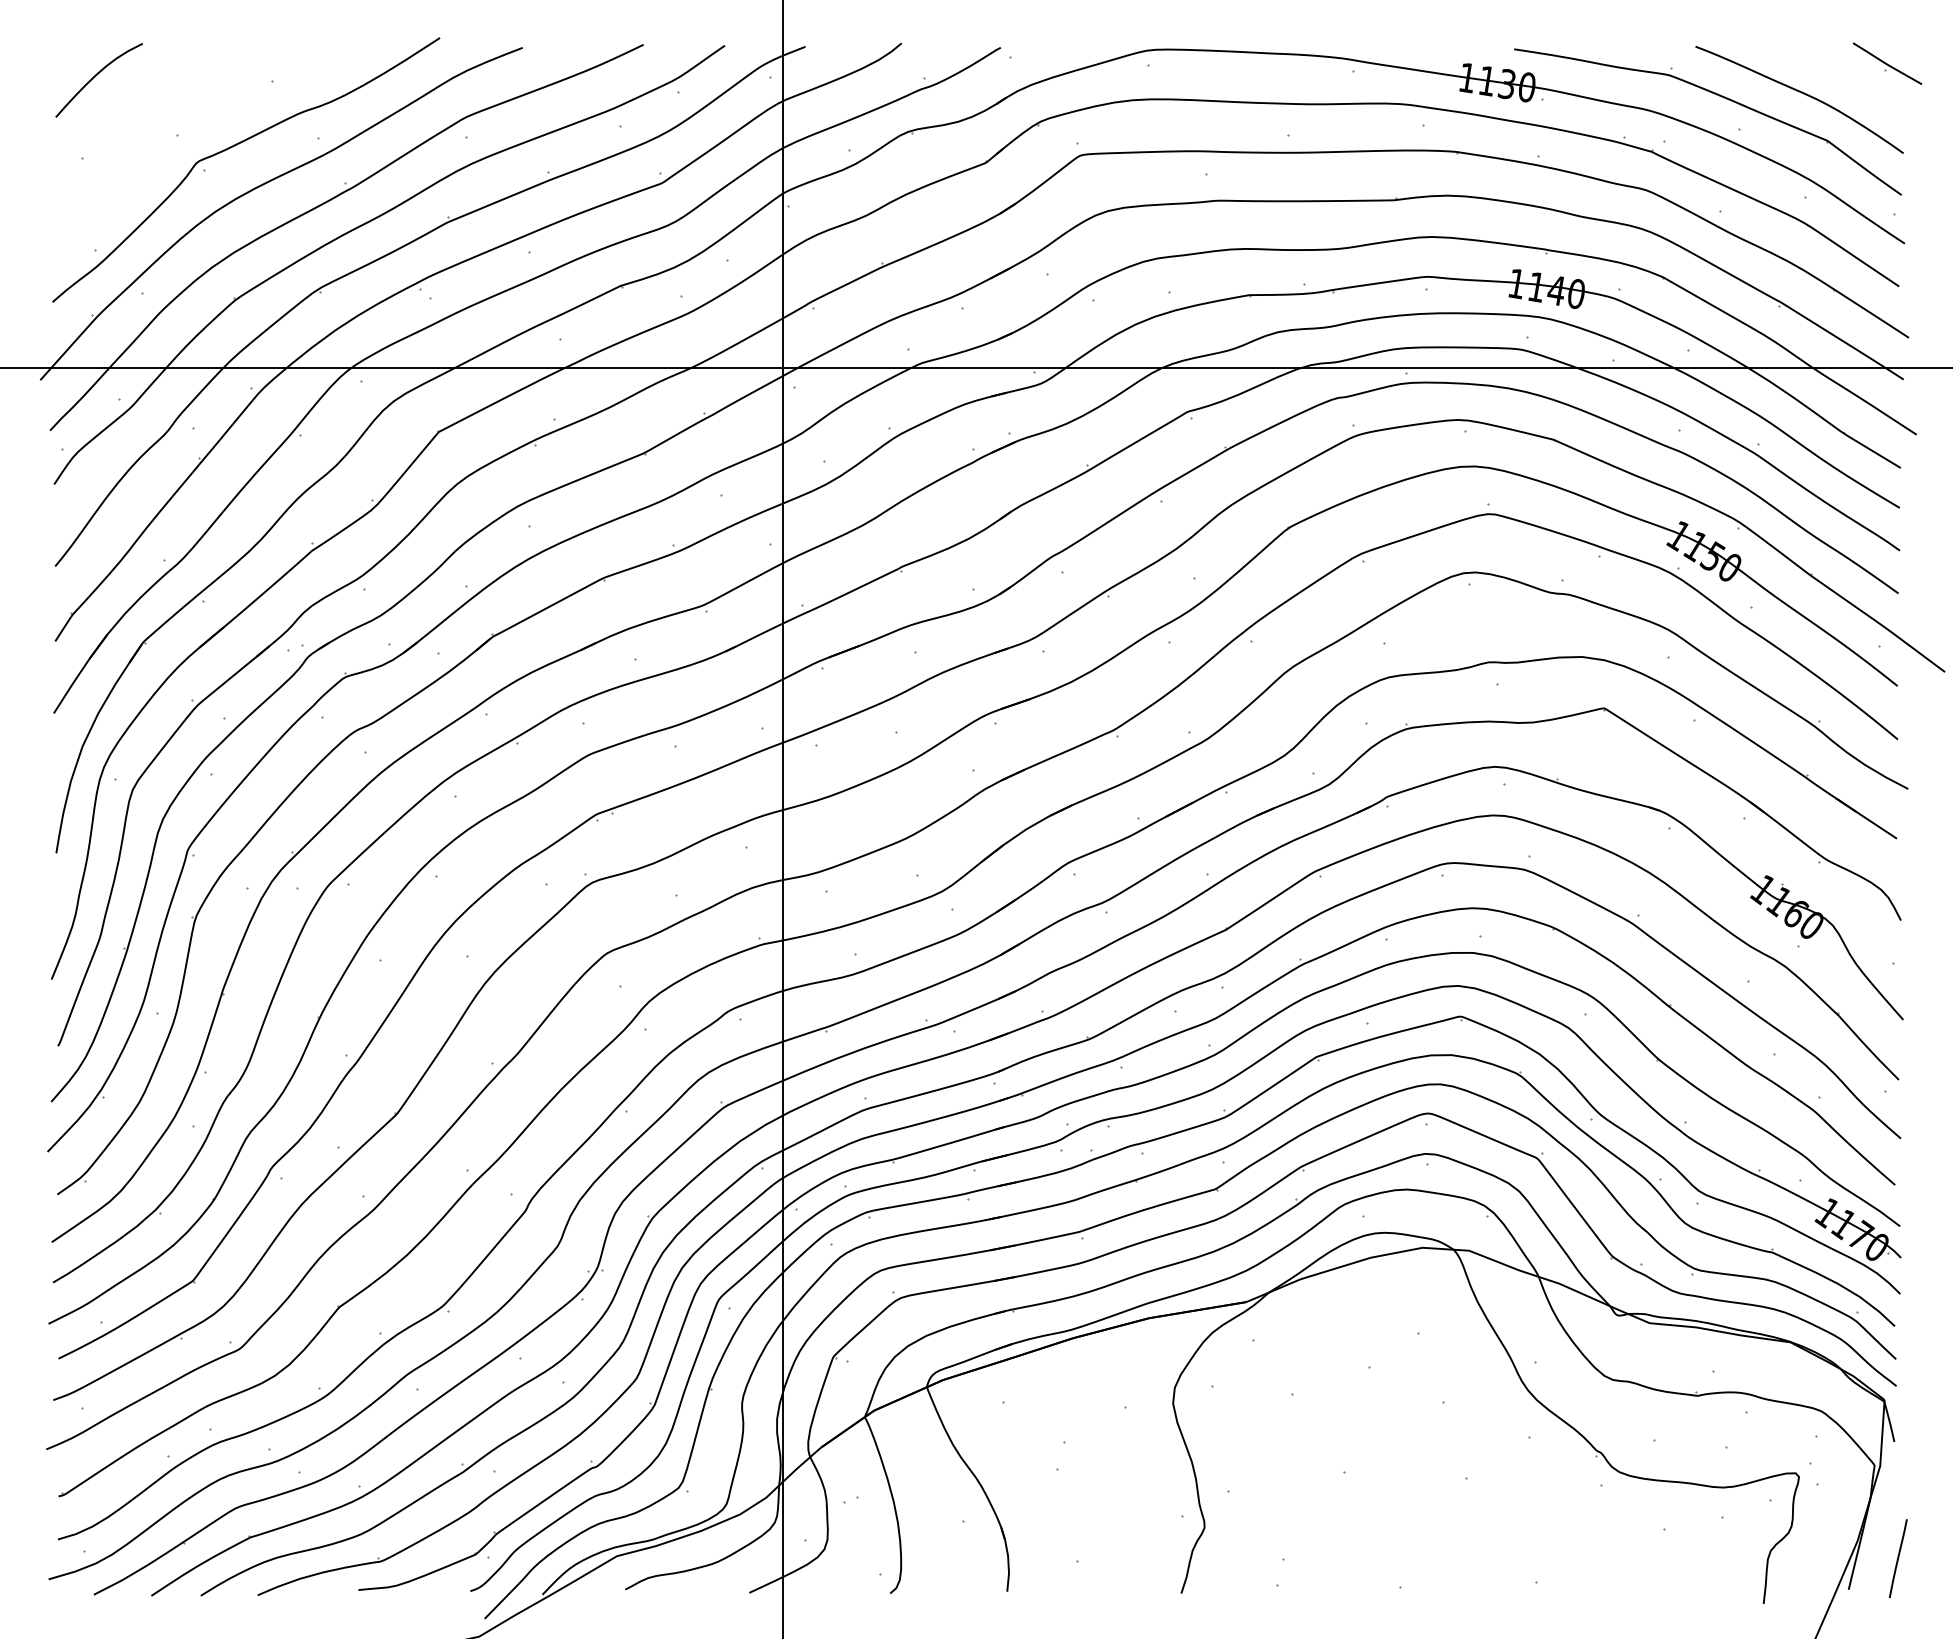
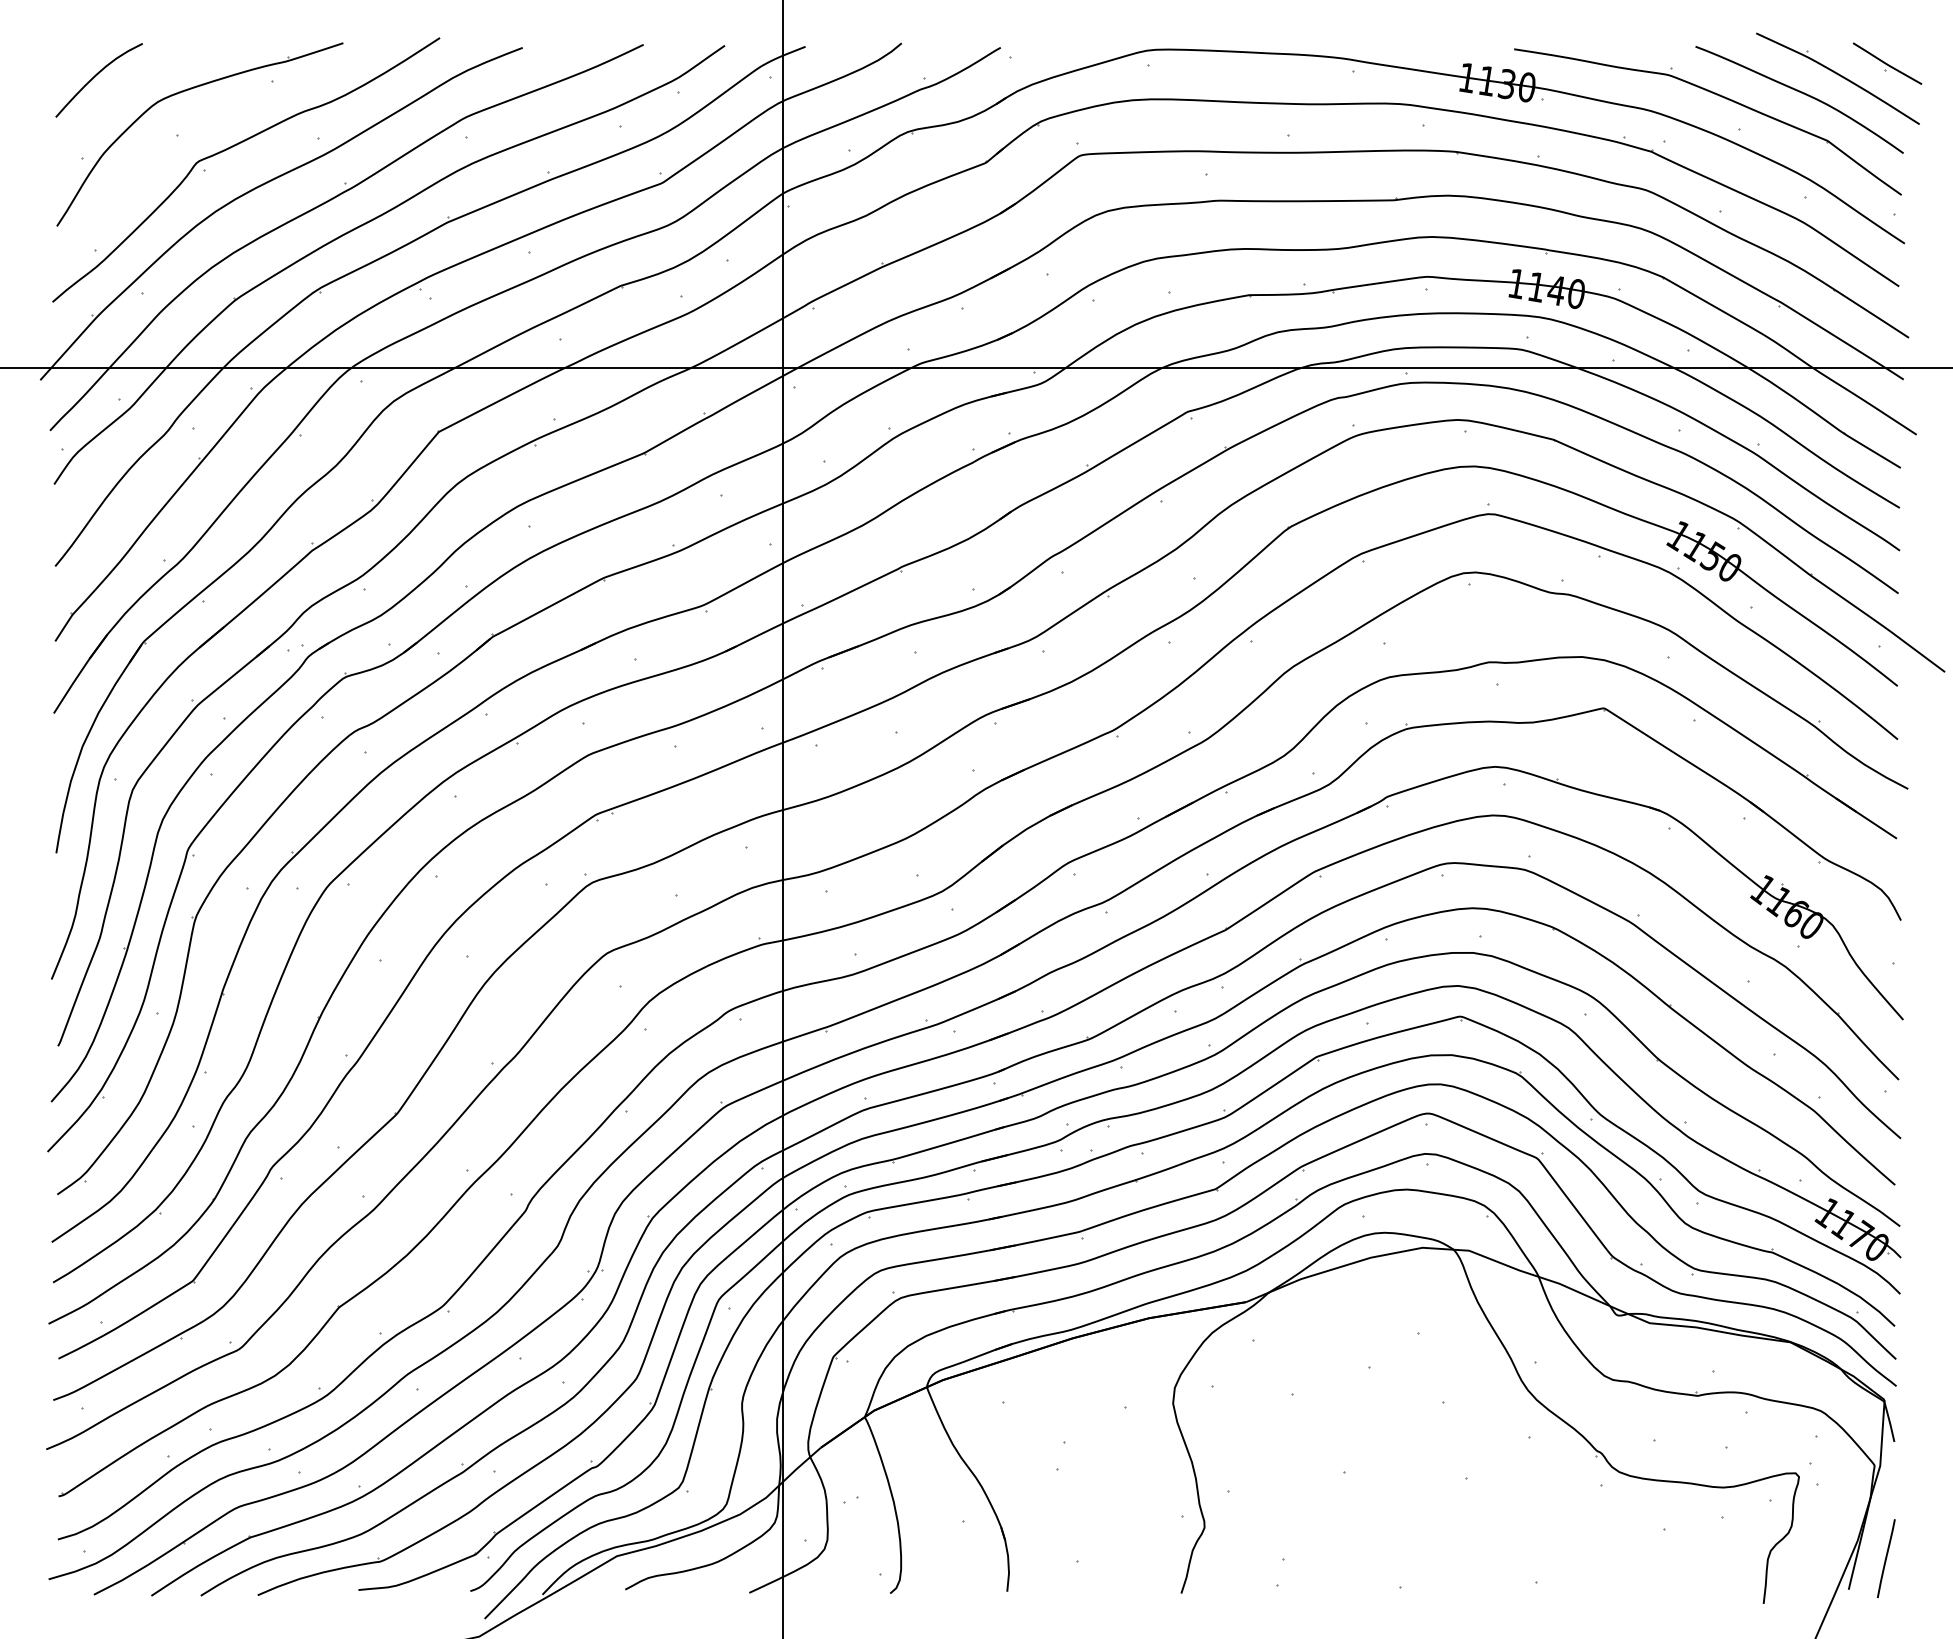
part at (1837, 78): none -> present
part at (183, 92): none -> present
line at (1898, 1558) position: (1898, 1558) -> (1886, 1558)
